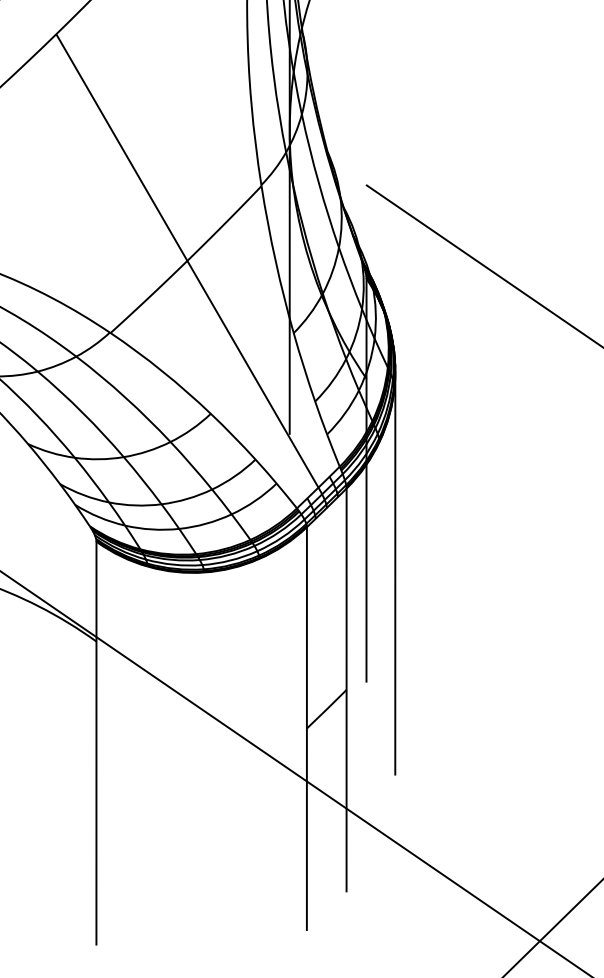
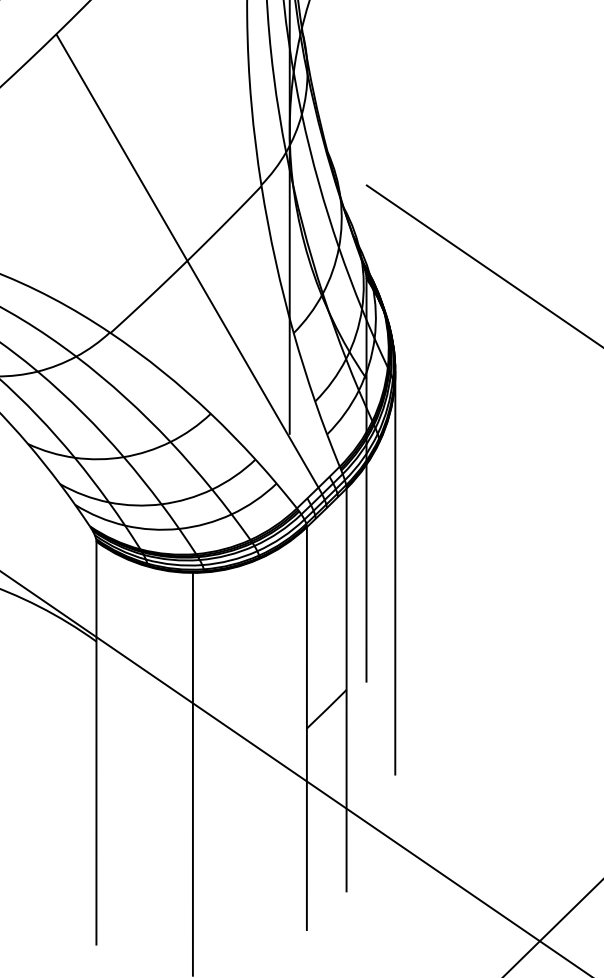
line at (192, 773): none -> present
